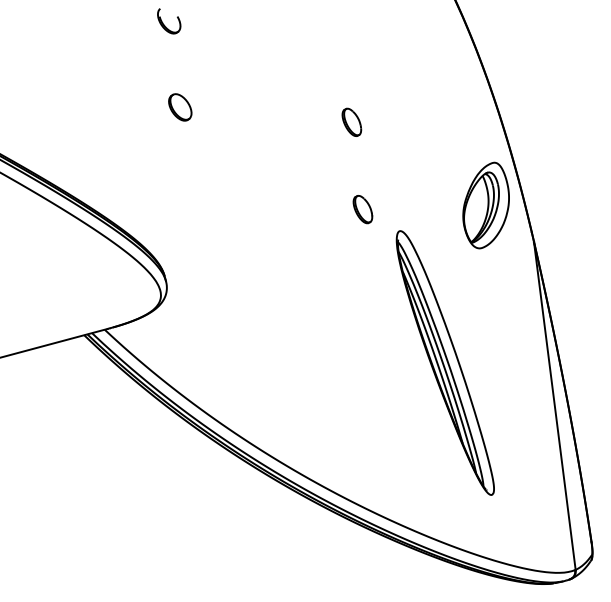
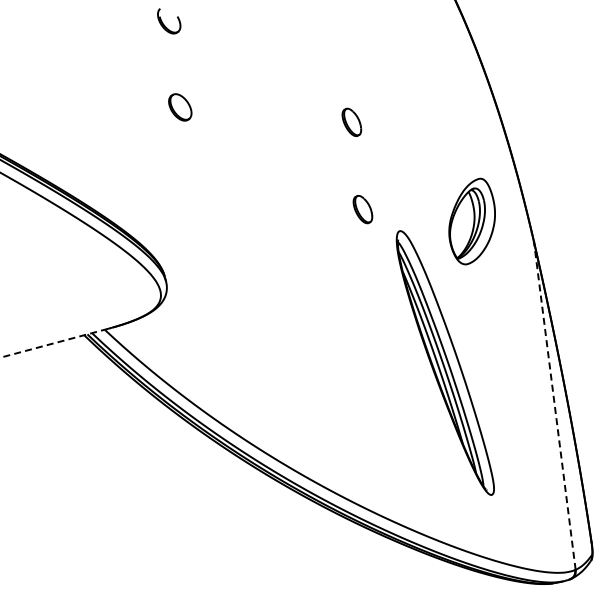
part at (485, 205) position: (485, 205) -> (471, 221)
line at (53, 343): solid -> dashed
line at (554, 405): solid -> dashed
